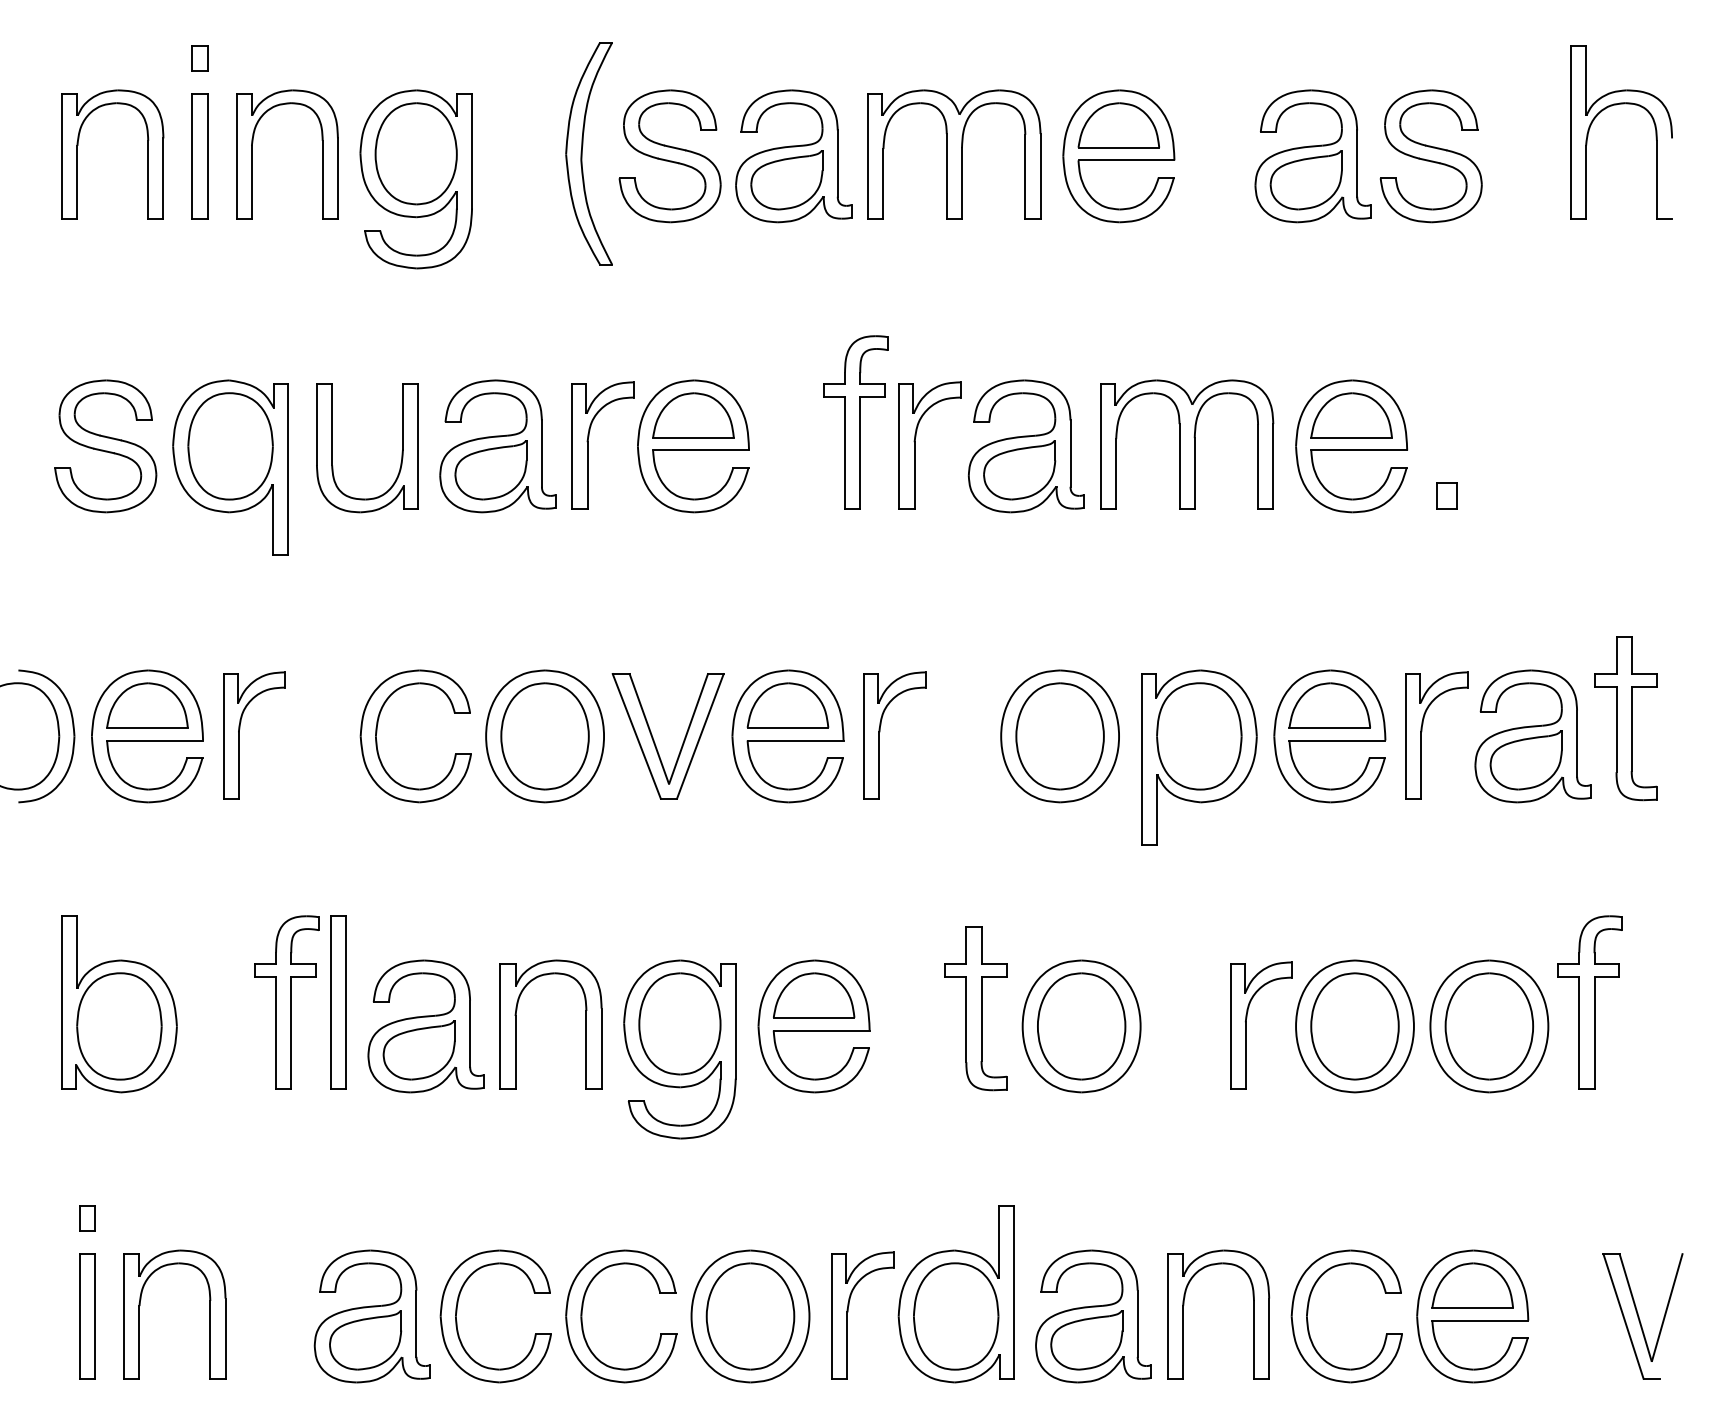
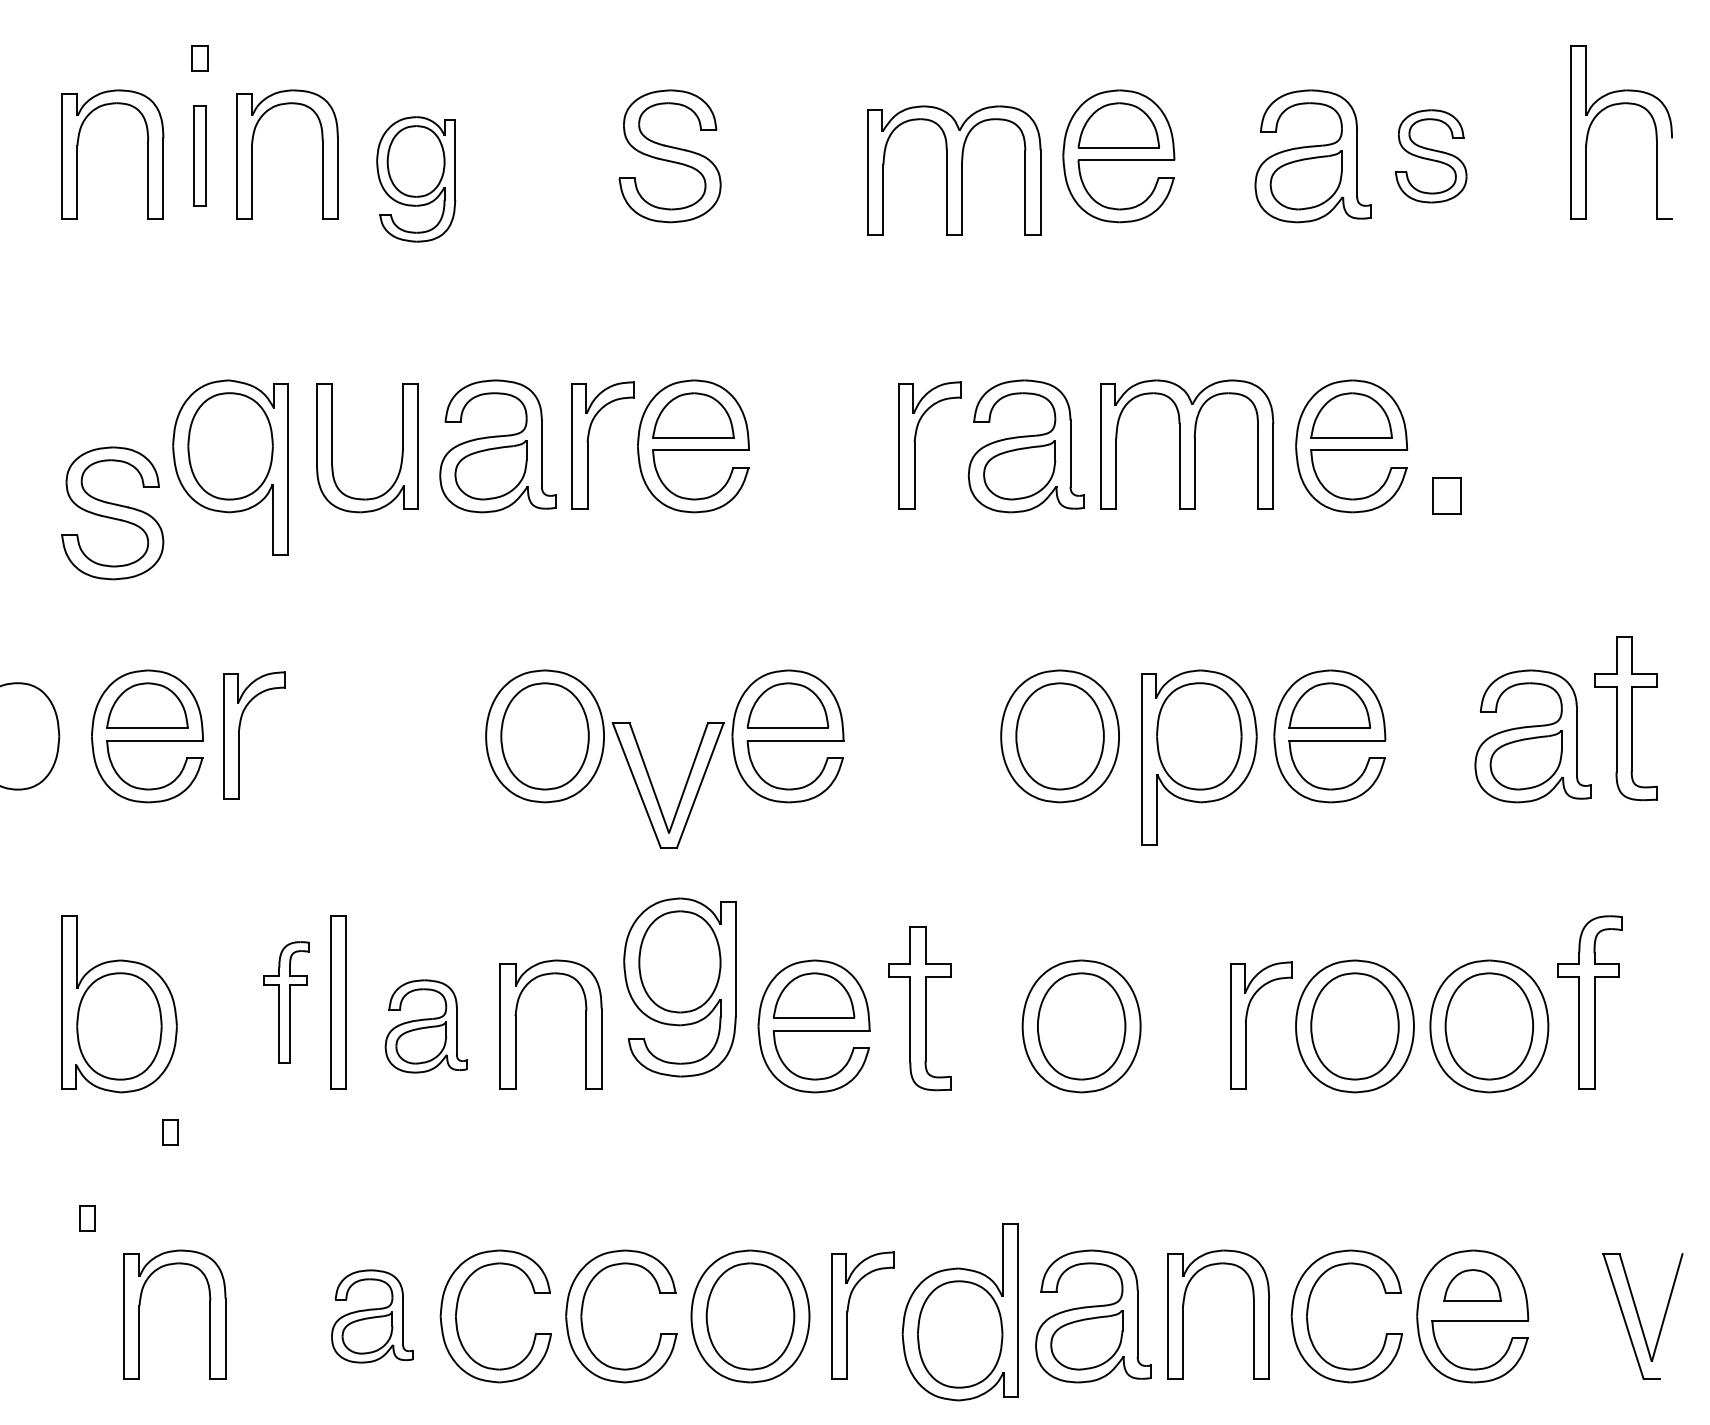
part at (588, 153): present -> none
part at (954, 154) position: (954, 154) -> (954, 170)
part at (199, 156) size: 18x127 px -> 14x102 px
part at (793, 156): present -> none
part at (1430, 156) size: 104x135 px -> 73x95 px
part at (415, 179) size: 114x181 px -> 81x127 px
part at (855, 422): present -> none
part at (105, 446) position: (105, 446) -> (112, 513)
part at (1446, 495) size: 22x28 px -> 30x38 px
part at (1422, 731): present -> none
part at (377, 732): present -> none
part at (880, 732): present -> none
part at (73, 736): present -> none
part at (655, 742) position: (655, 742) -> (655, 791)
part at (286, 1002) size: 66x175 px -> 47x123 px
part at (975, 1008) position: (975, 1008) -> (919, 1008)
part at (425, 1026) size: 118x135 px -> 84x95 px
part at (679, 1049) position: (679, 1049) -> (679, 987)
part at (170, 1132): none -> present
part at (1472, 1285) size: 83x47 px -> 59x33 px
part at (955, 1294) position: (955, 1294) -> (959, 1312)
part at (87, 1316): present -> none
part at (371, 1316) size: 118x135 px -> 83x95 px
